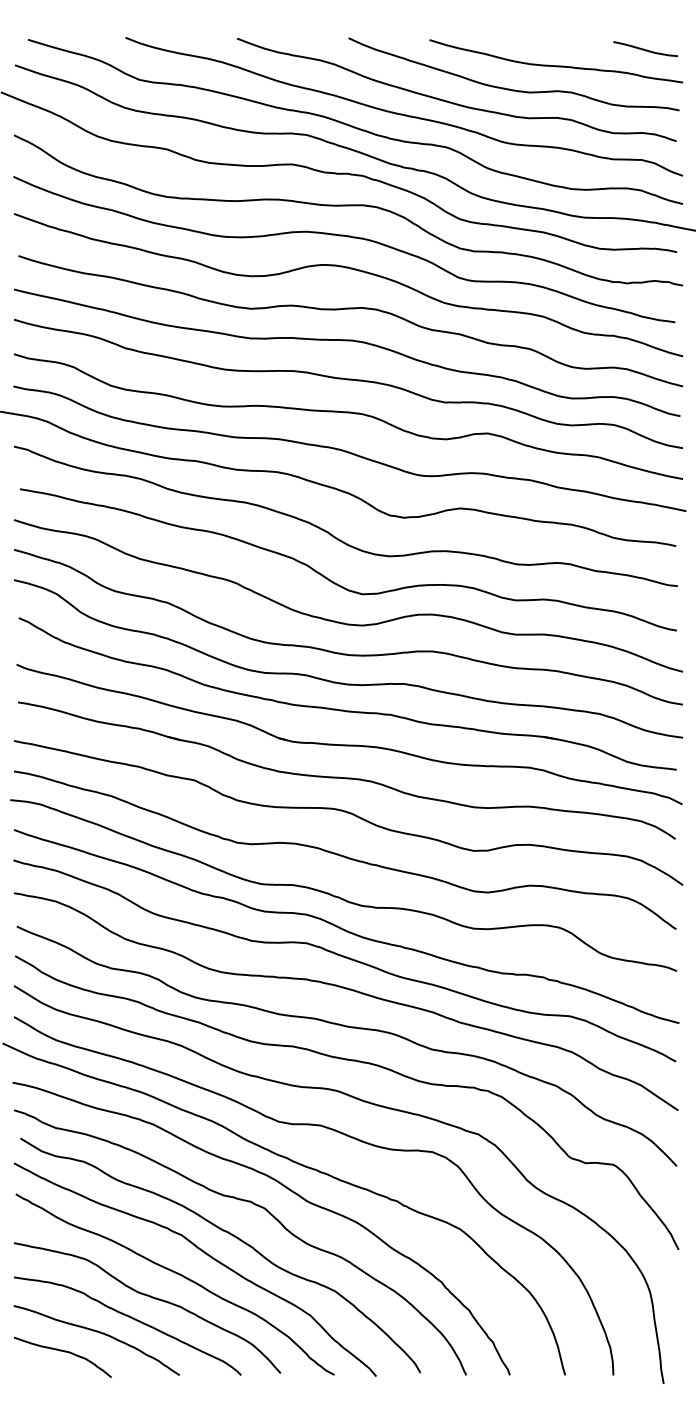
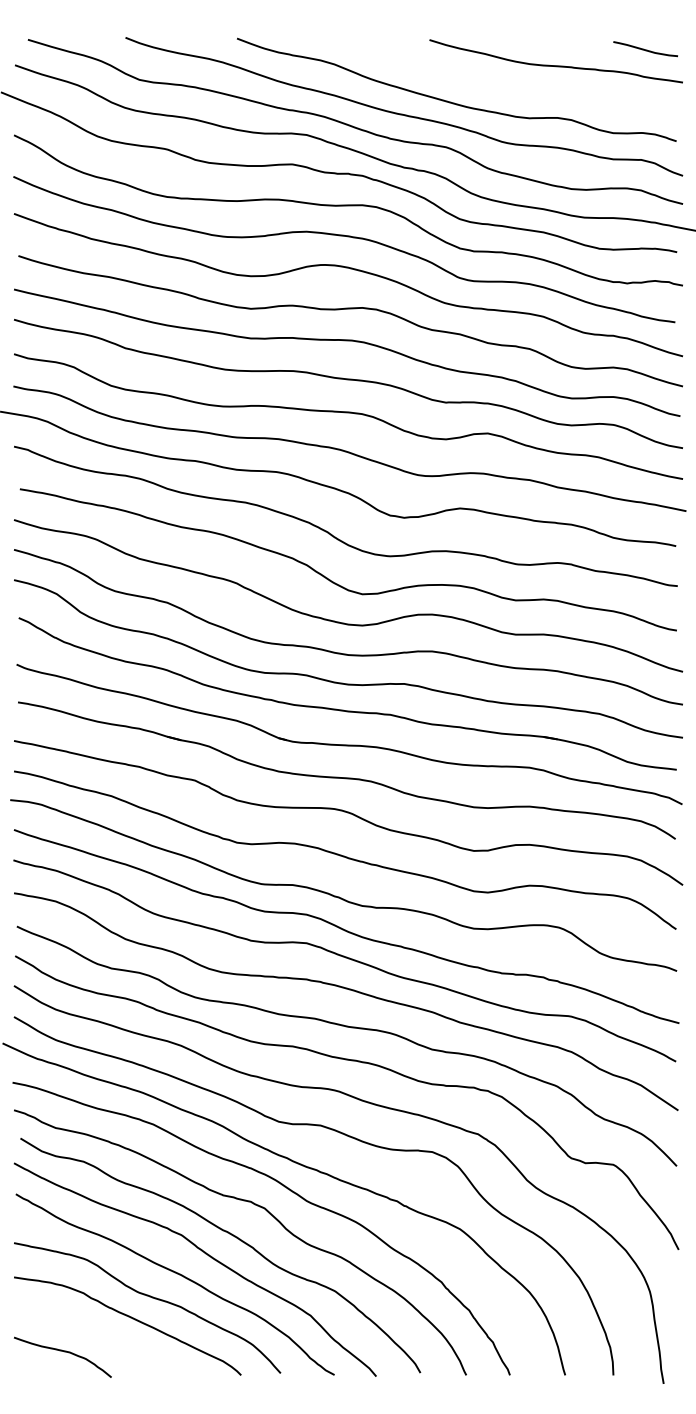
curve at (509, 88): present -> none
curve at (99, 1333): present -> none
